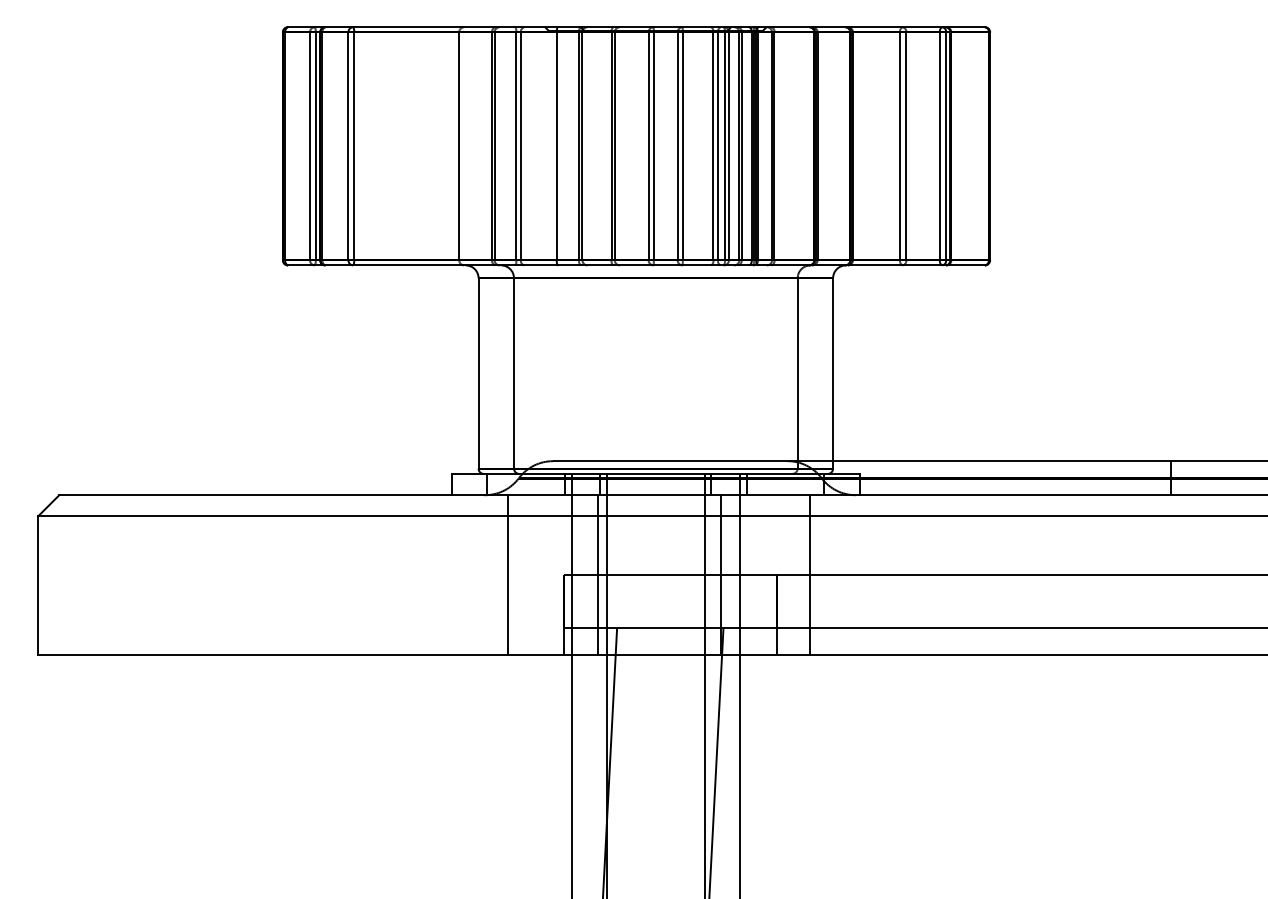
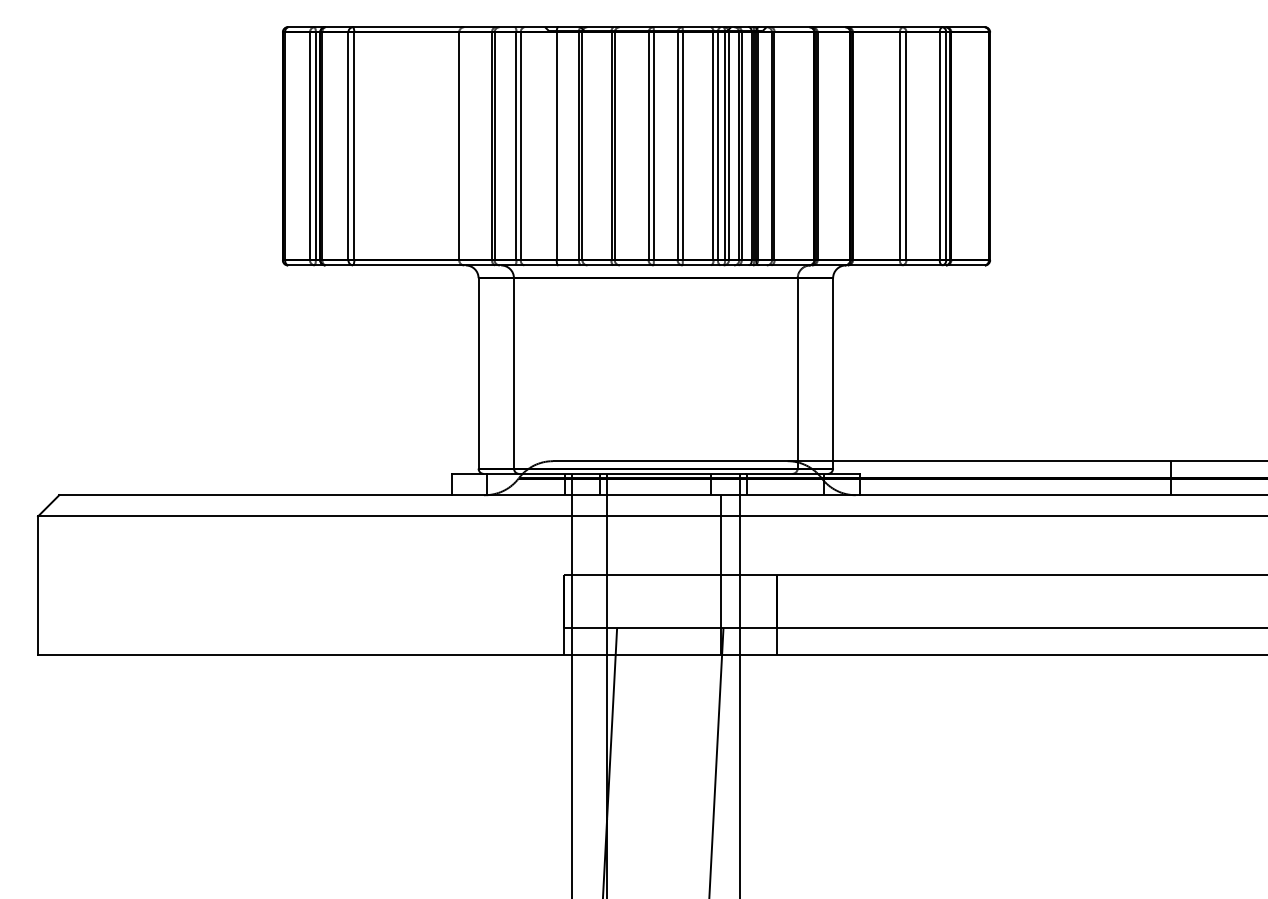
line at (507, 574): present -> none
line at (597, 574): present -> none
line at (810, 574): present -> none
line at (704, 684): present -> none
